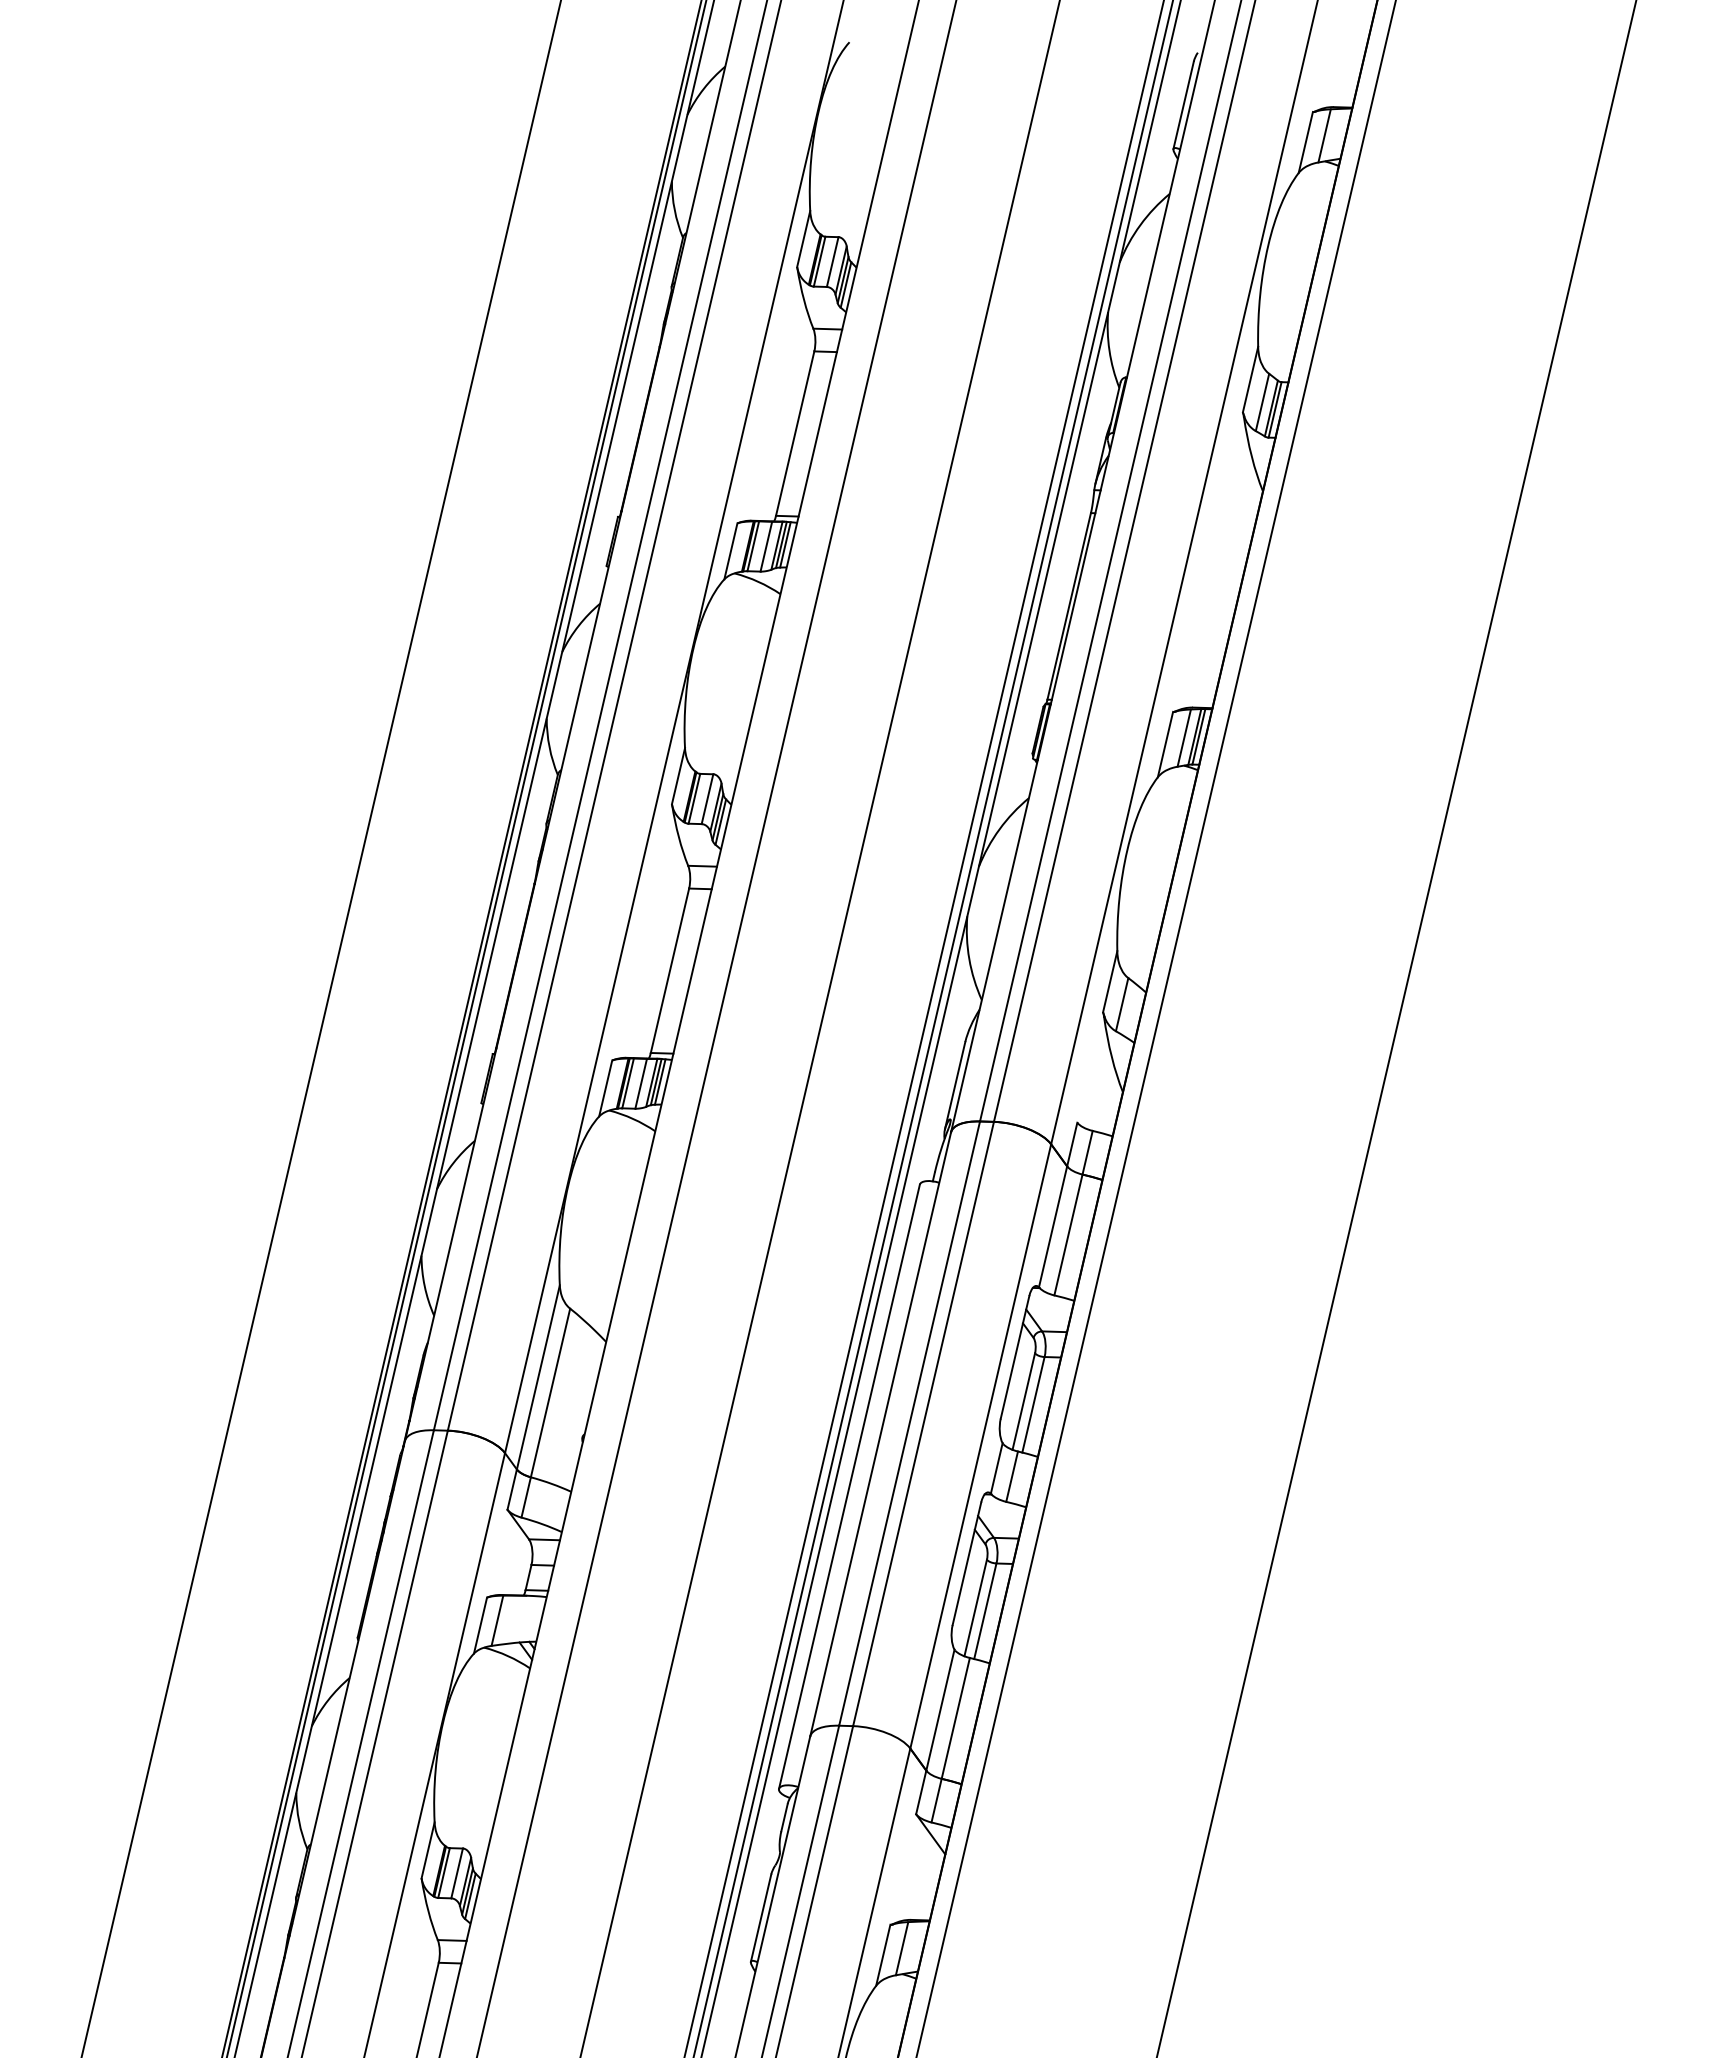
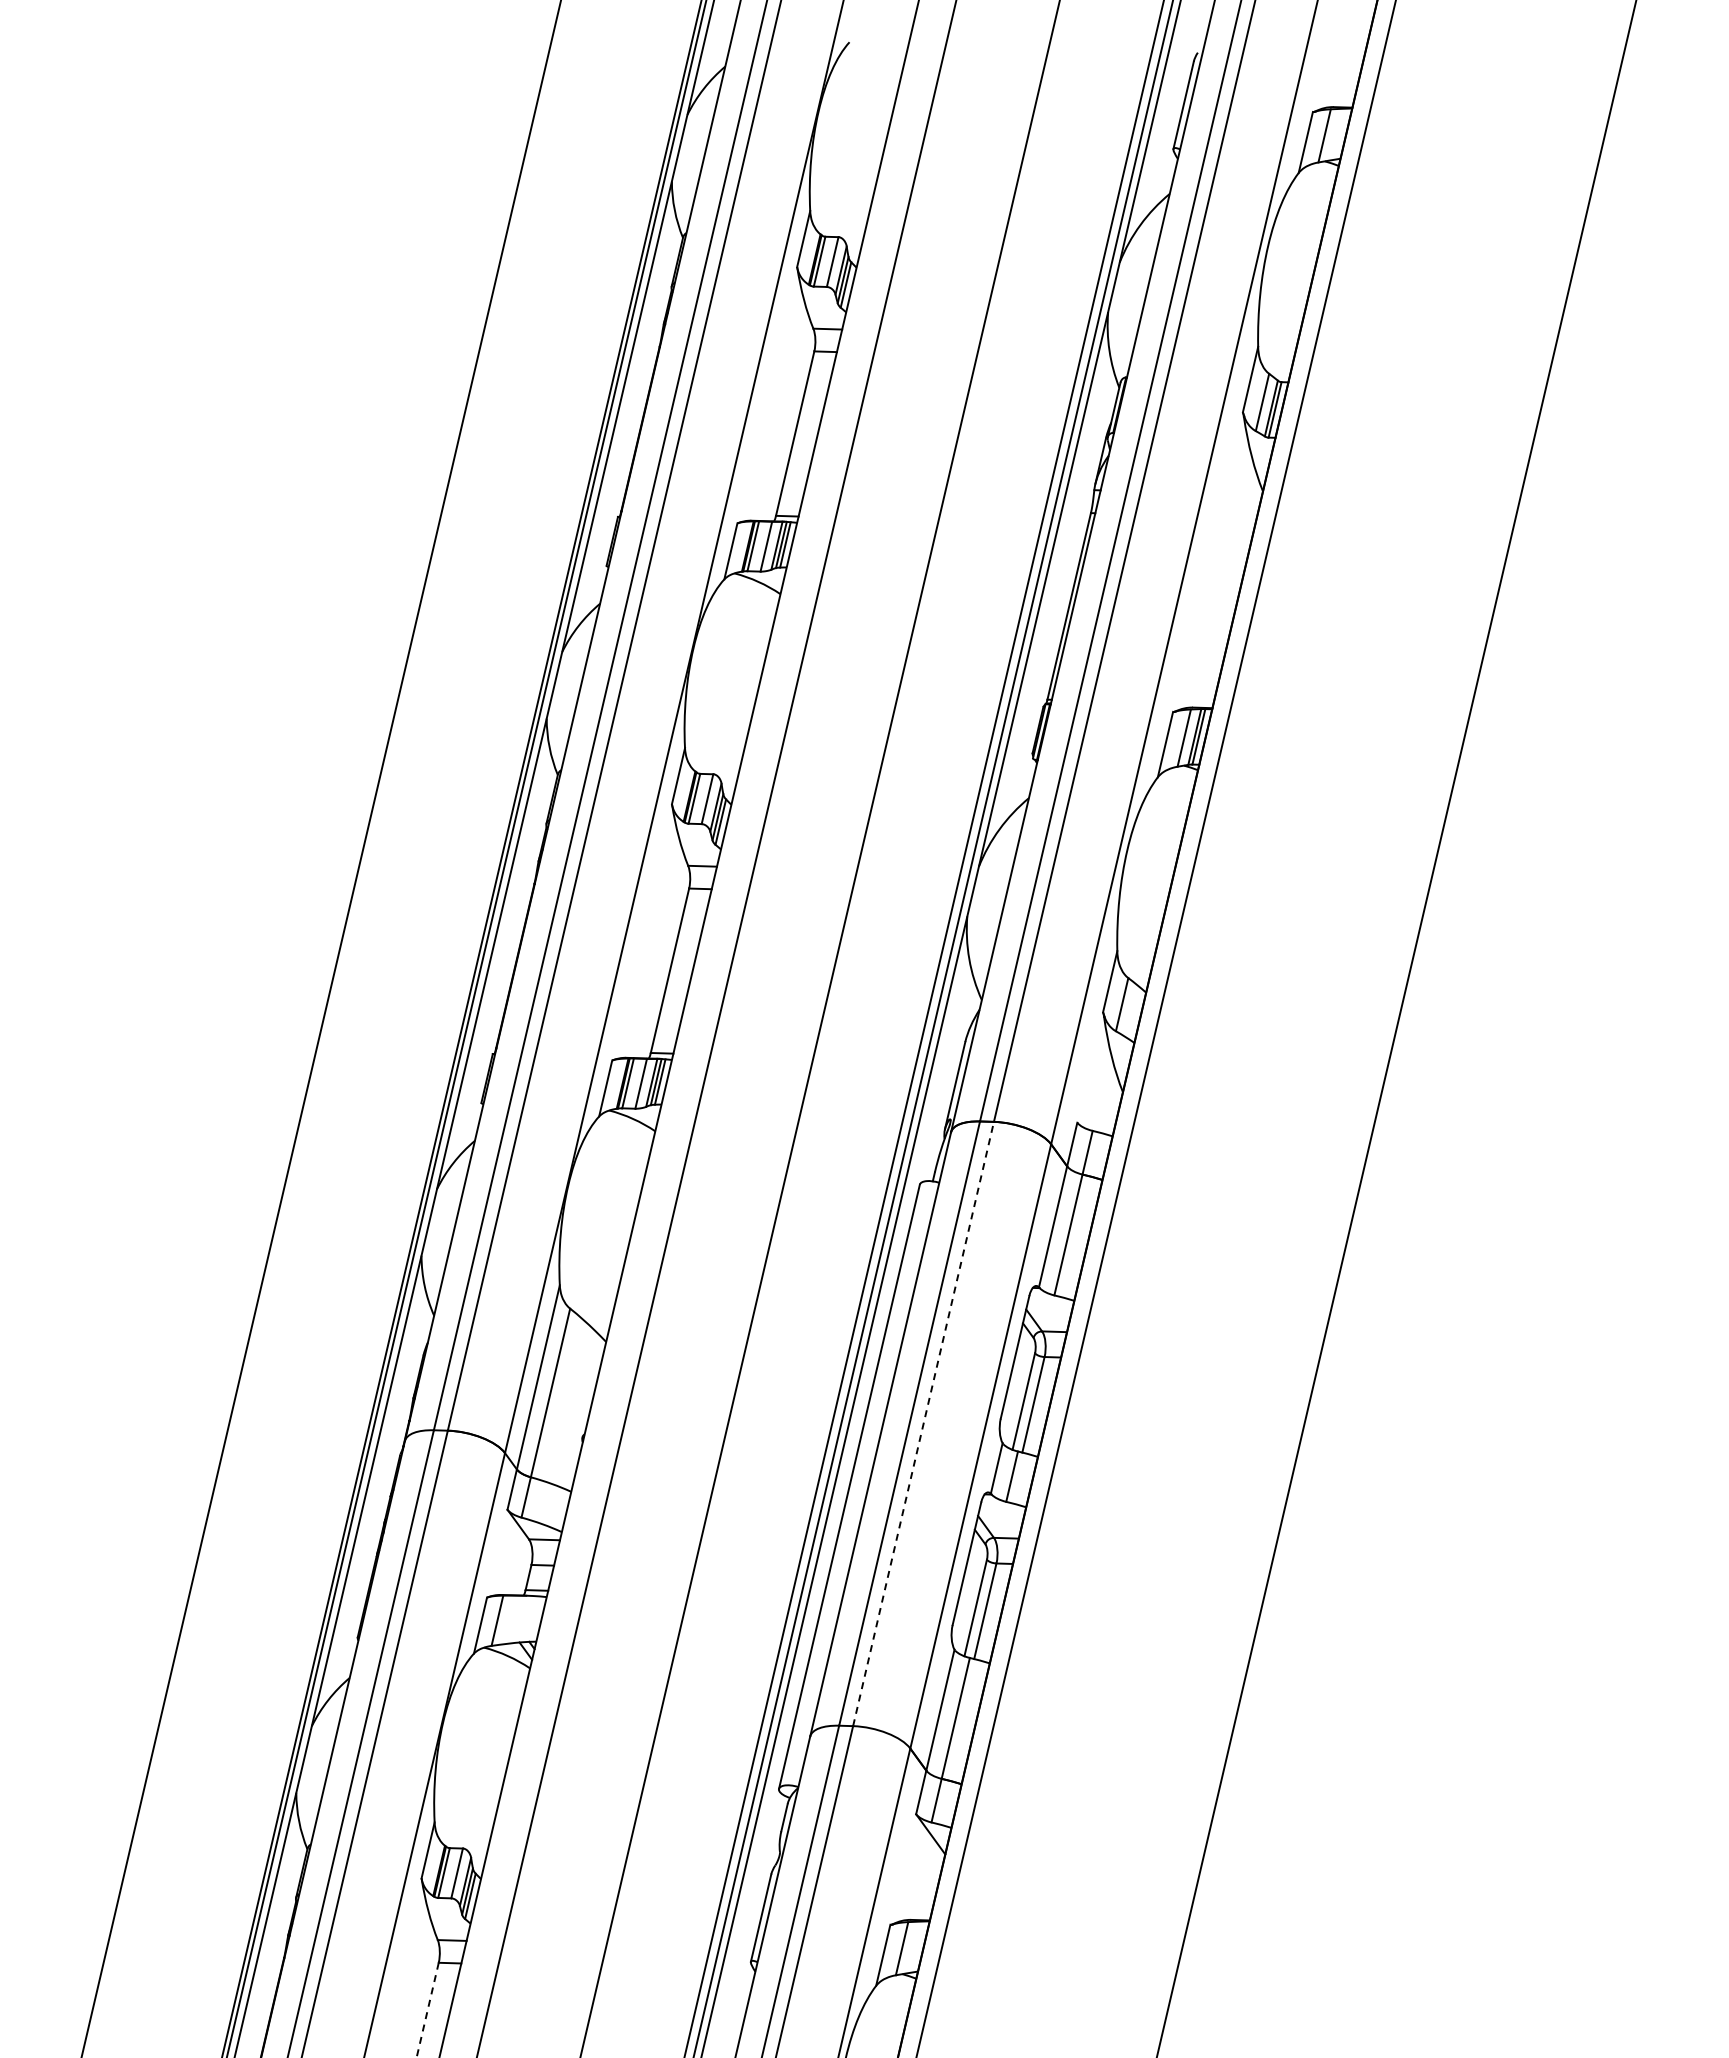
line at (923, 1423): solid -> dashed
line at (427, 2010): solid -> dashed
